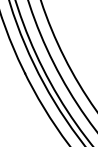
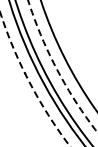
arc at (57, 69): solid -> dashed
arc at (28, 80): solid -> dashed
